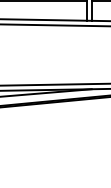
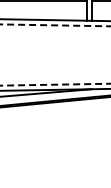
line at (55, 25): solid -> dashed
line at (55, 84): solid -> dashed
